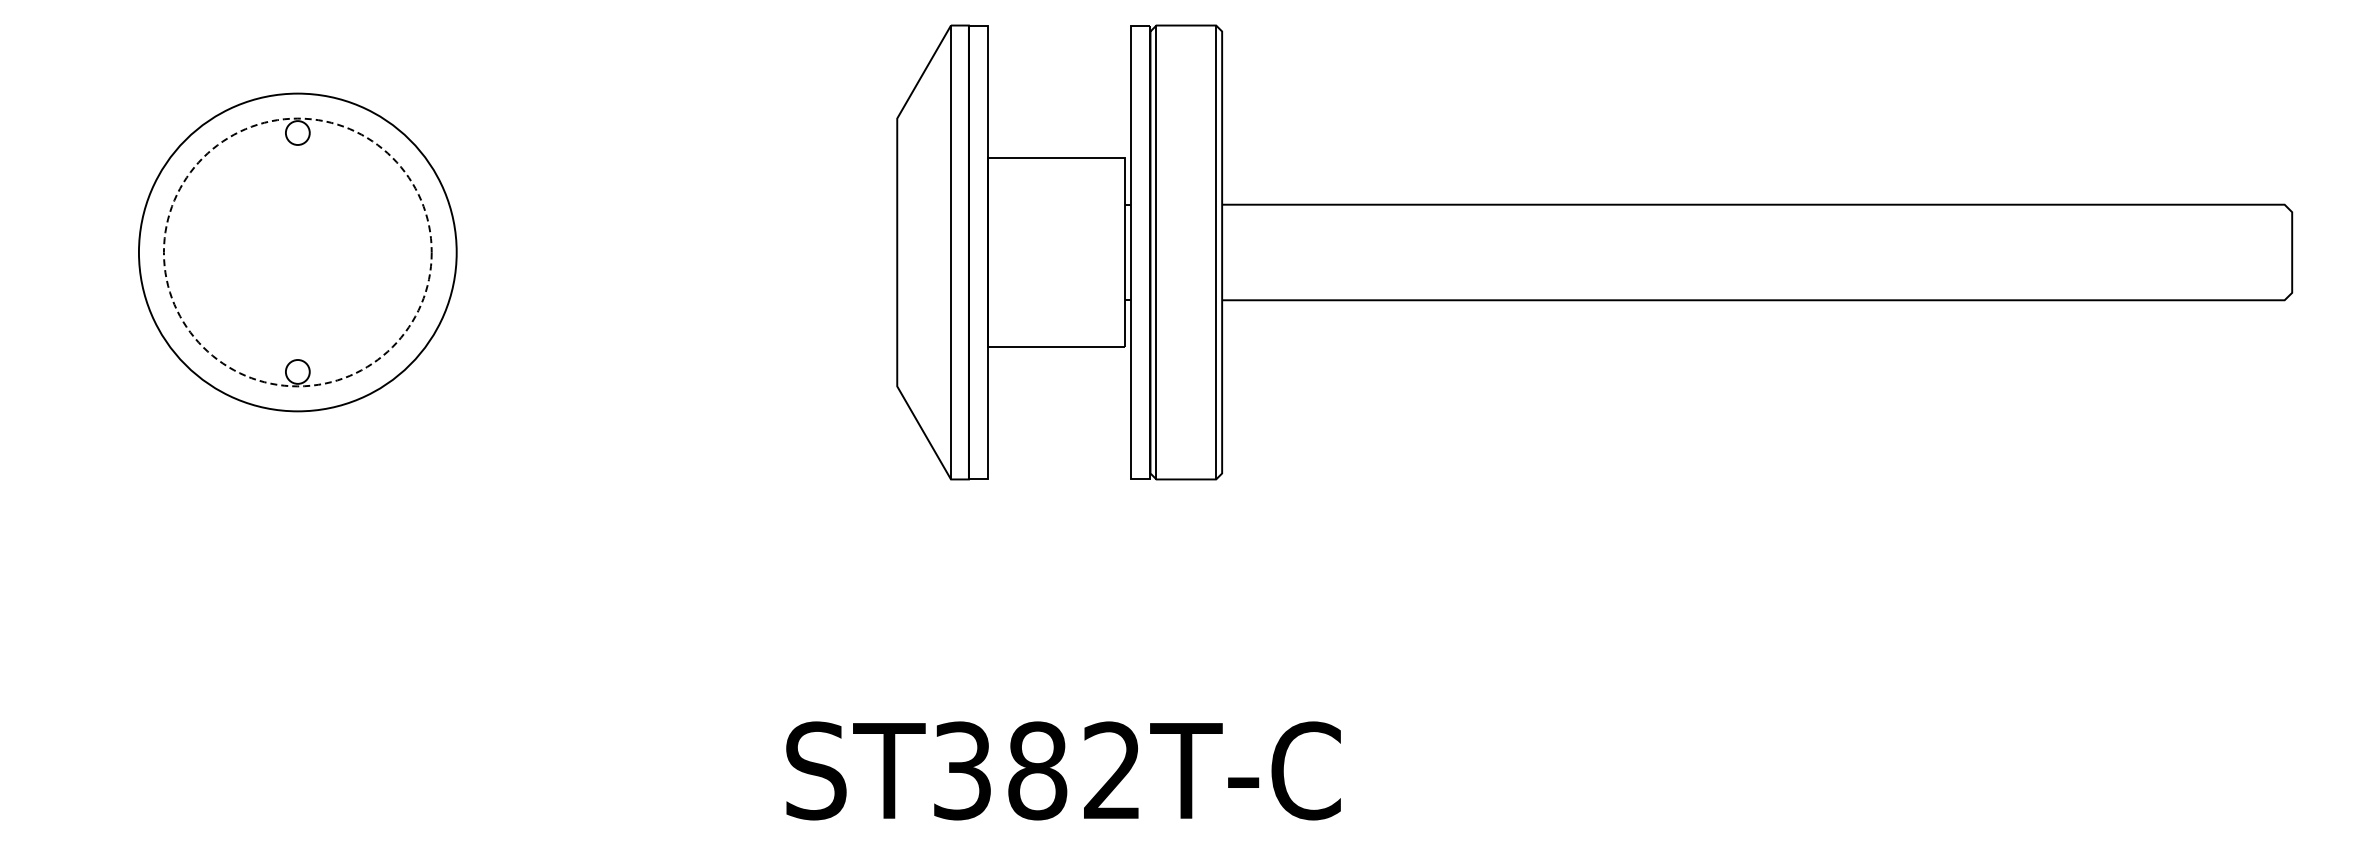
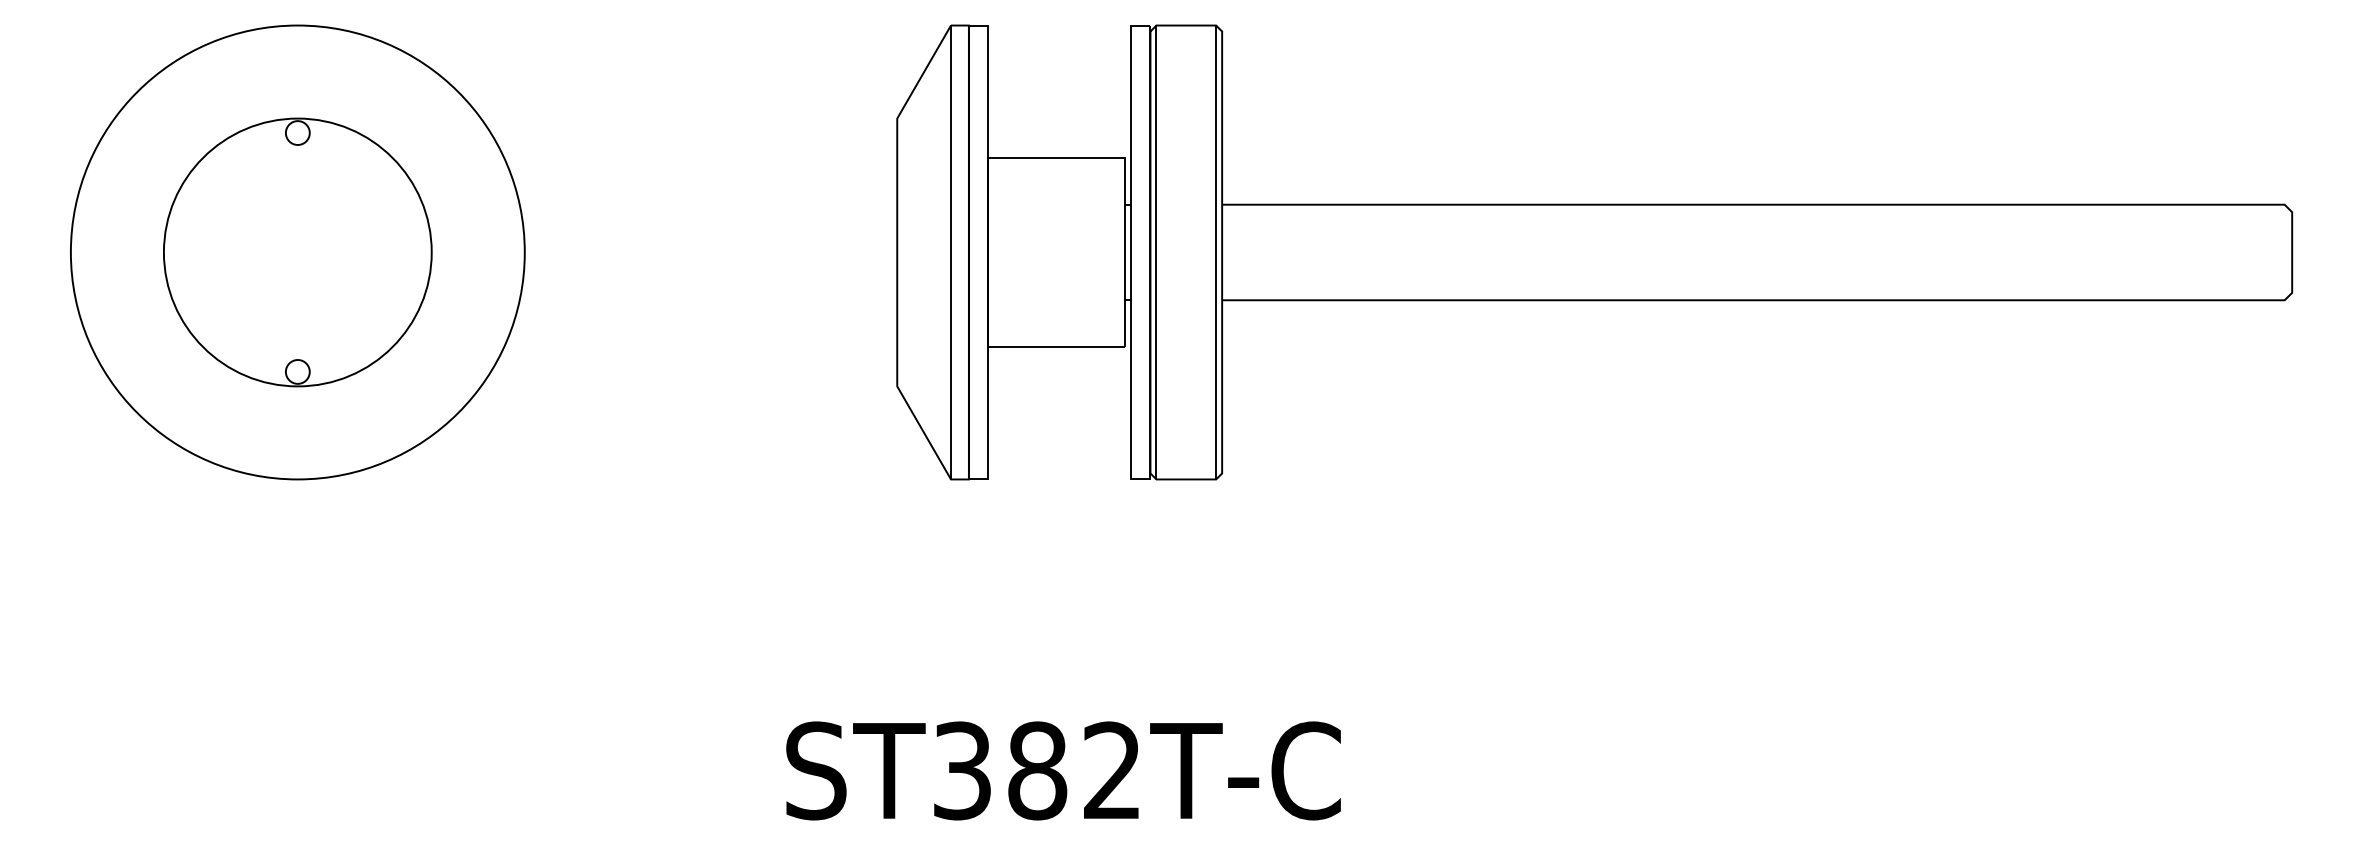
circle at (297, 252) diameter: 318 px -> 454 px
circle at (297, 252): dashed -> solid
